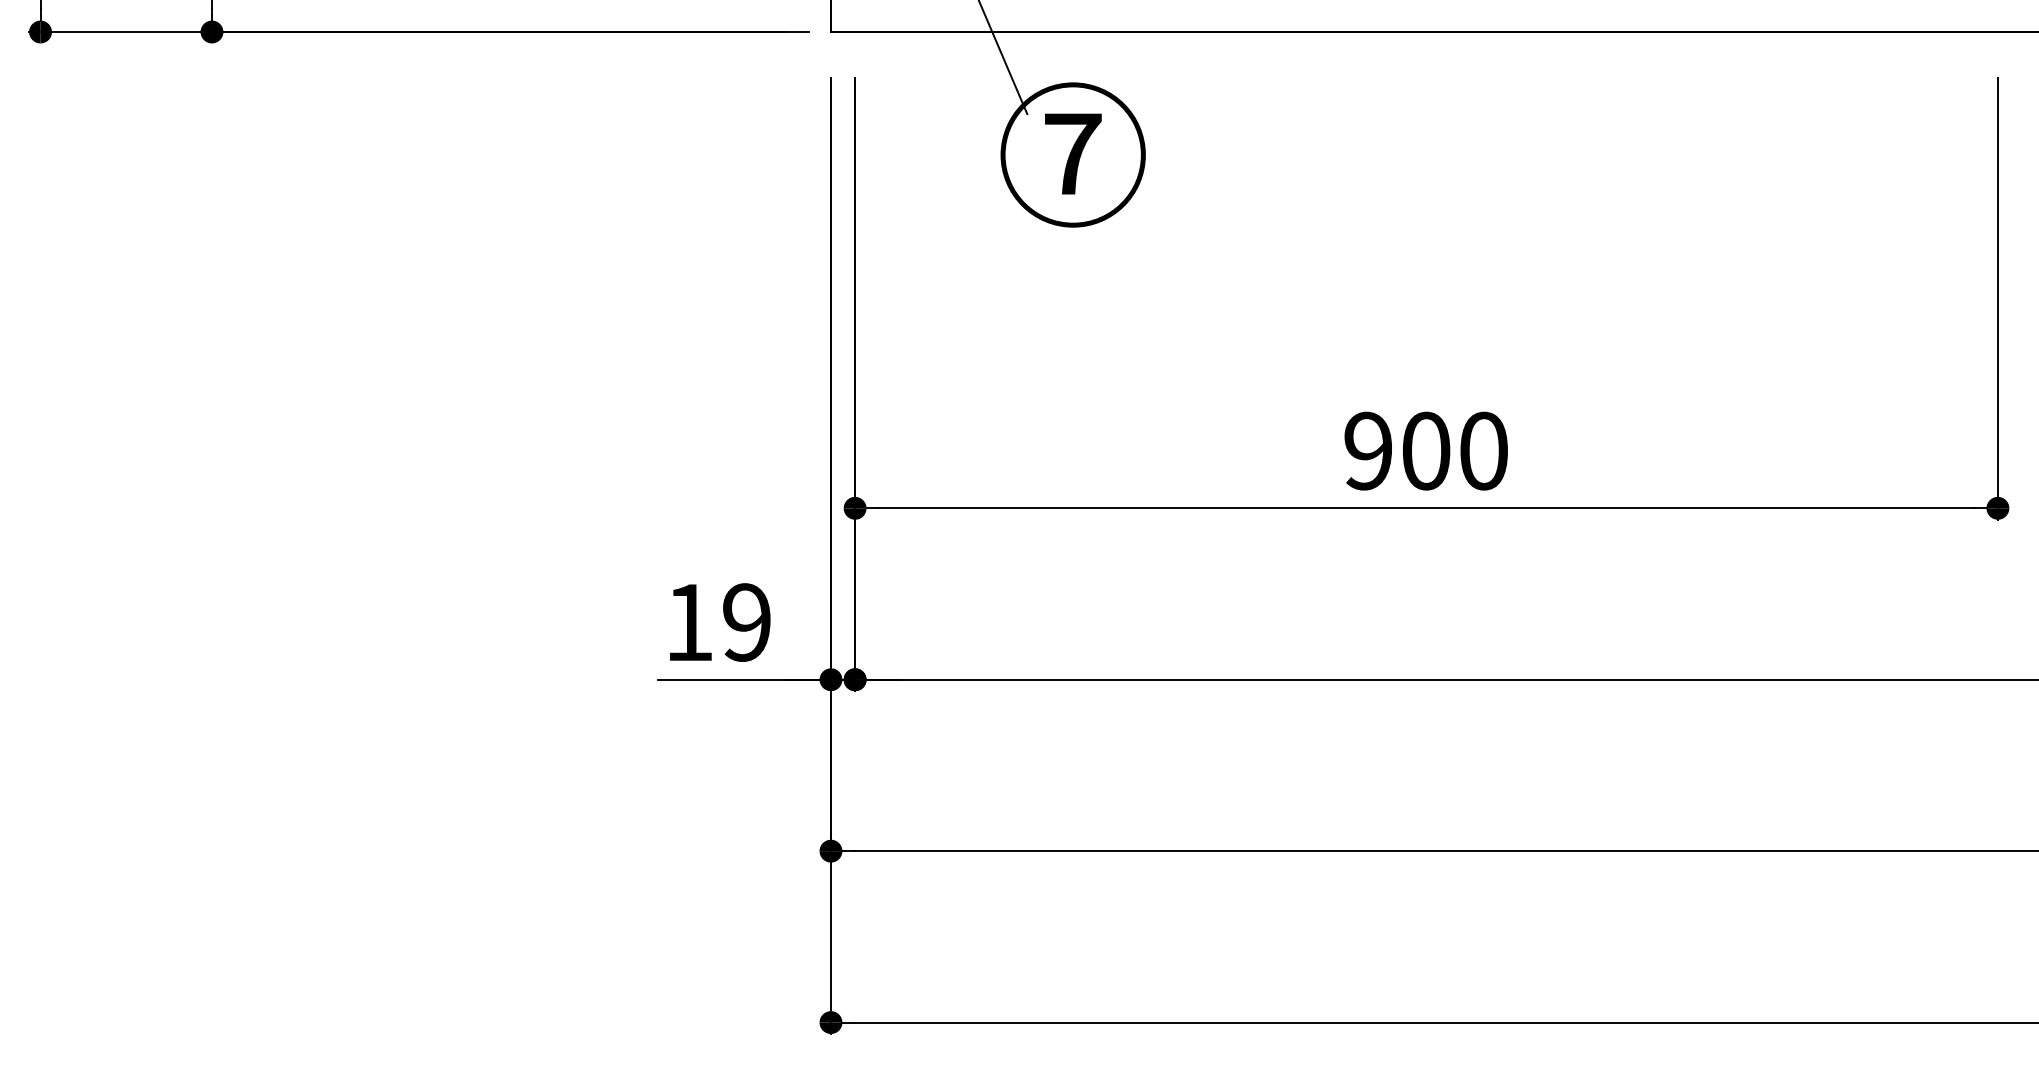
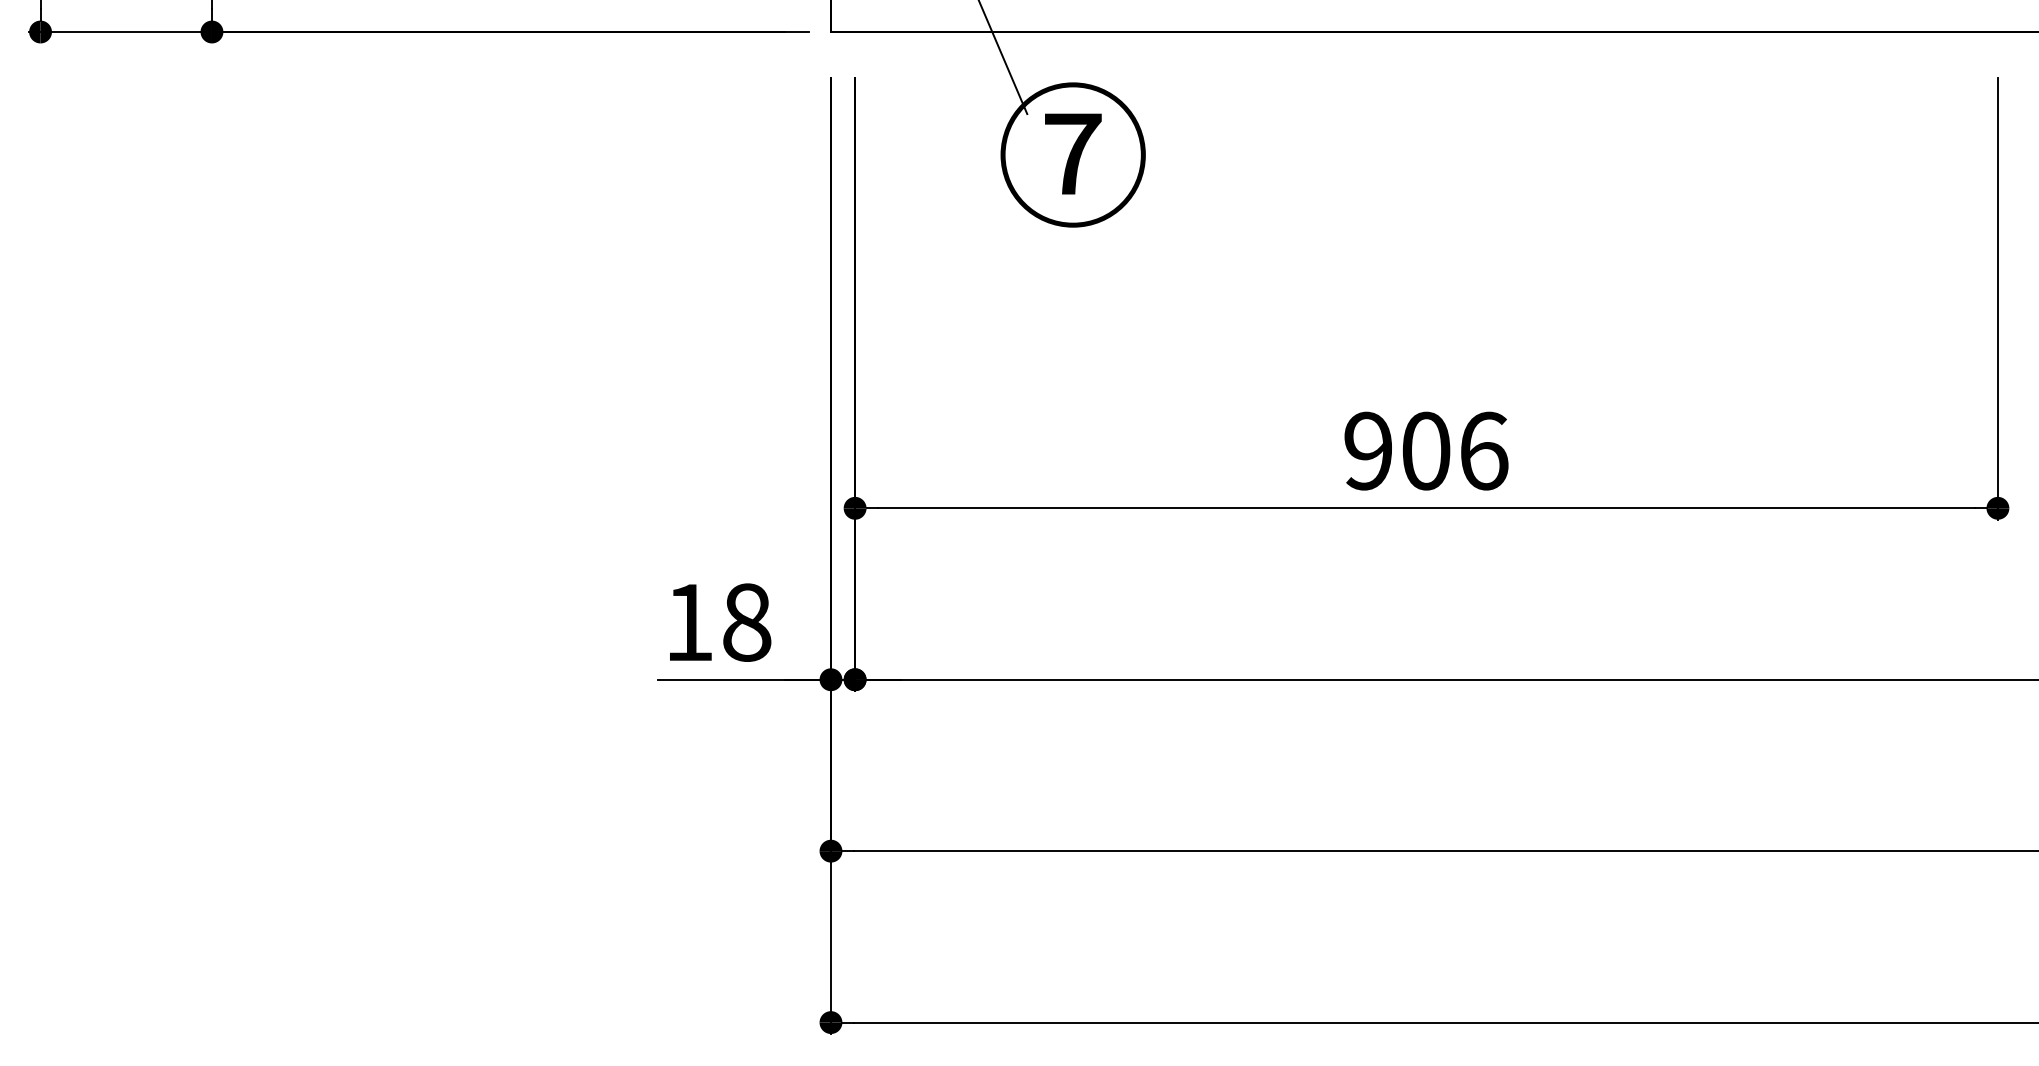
text at (1484, 450): 900 -> 906
text at (747, 622): 19 -> 18
